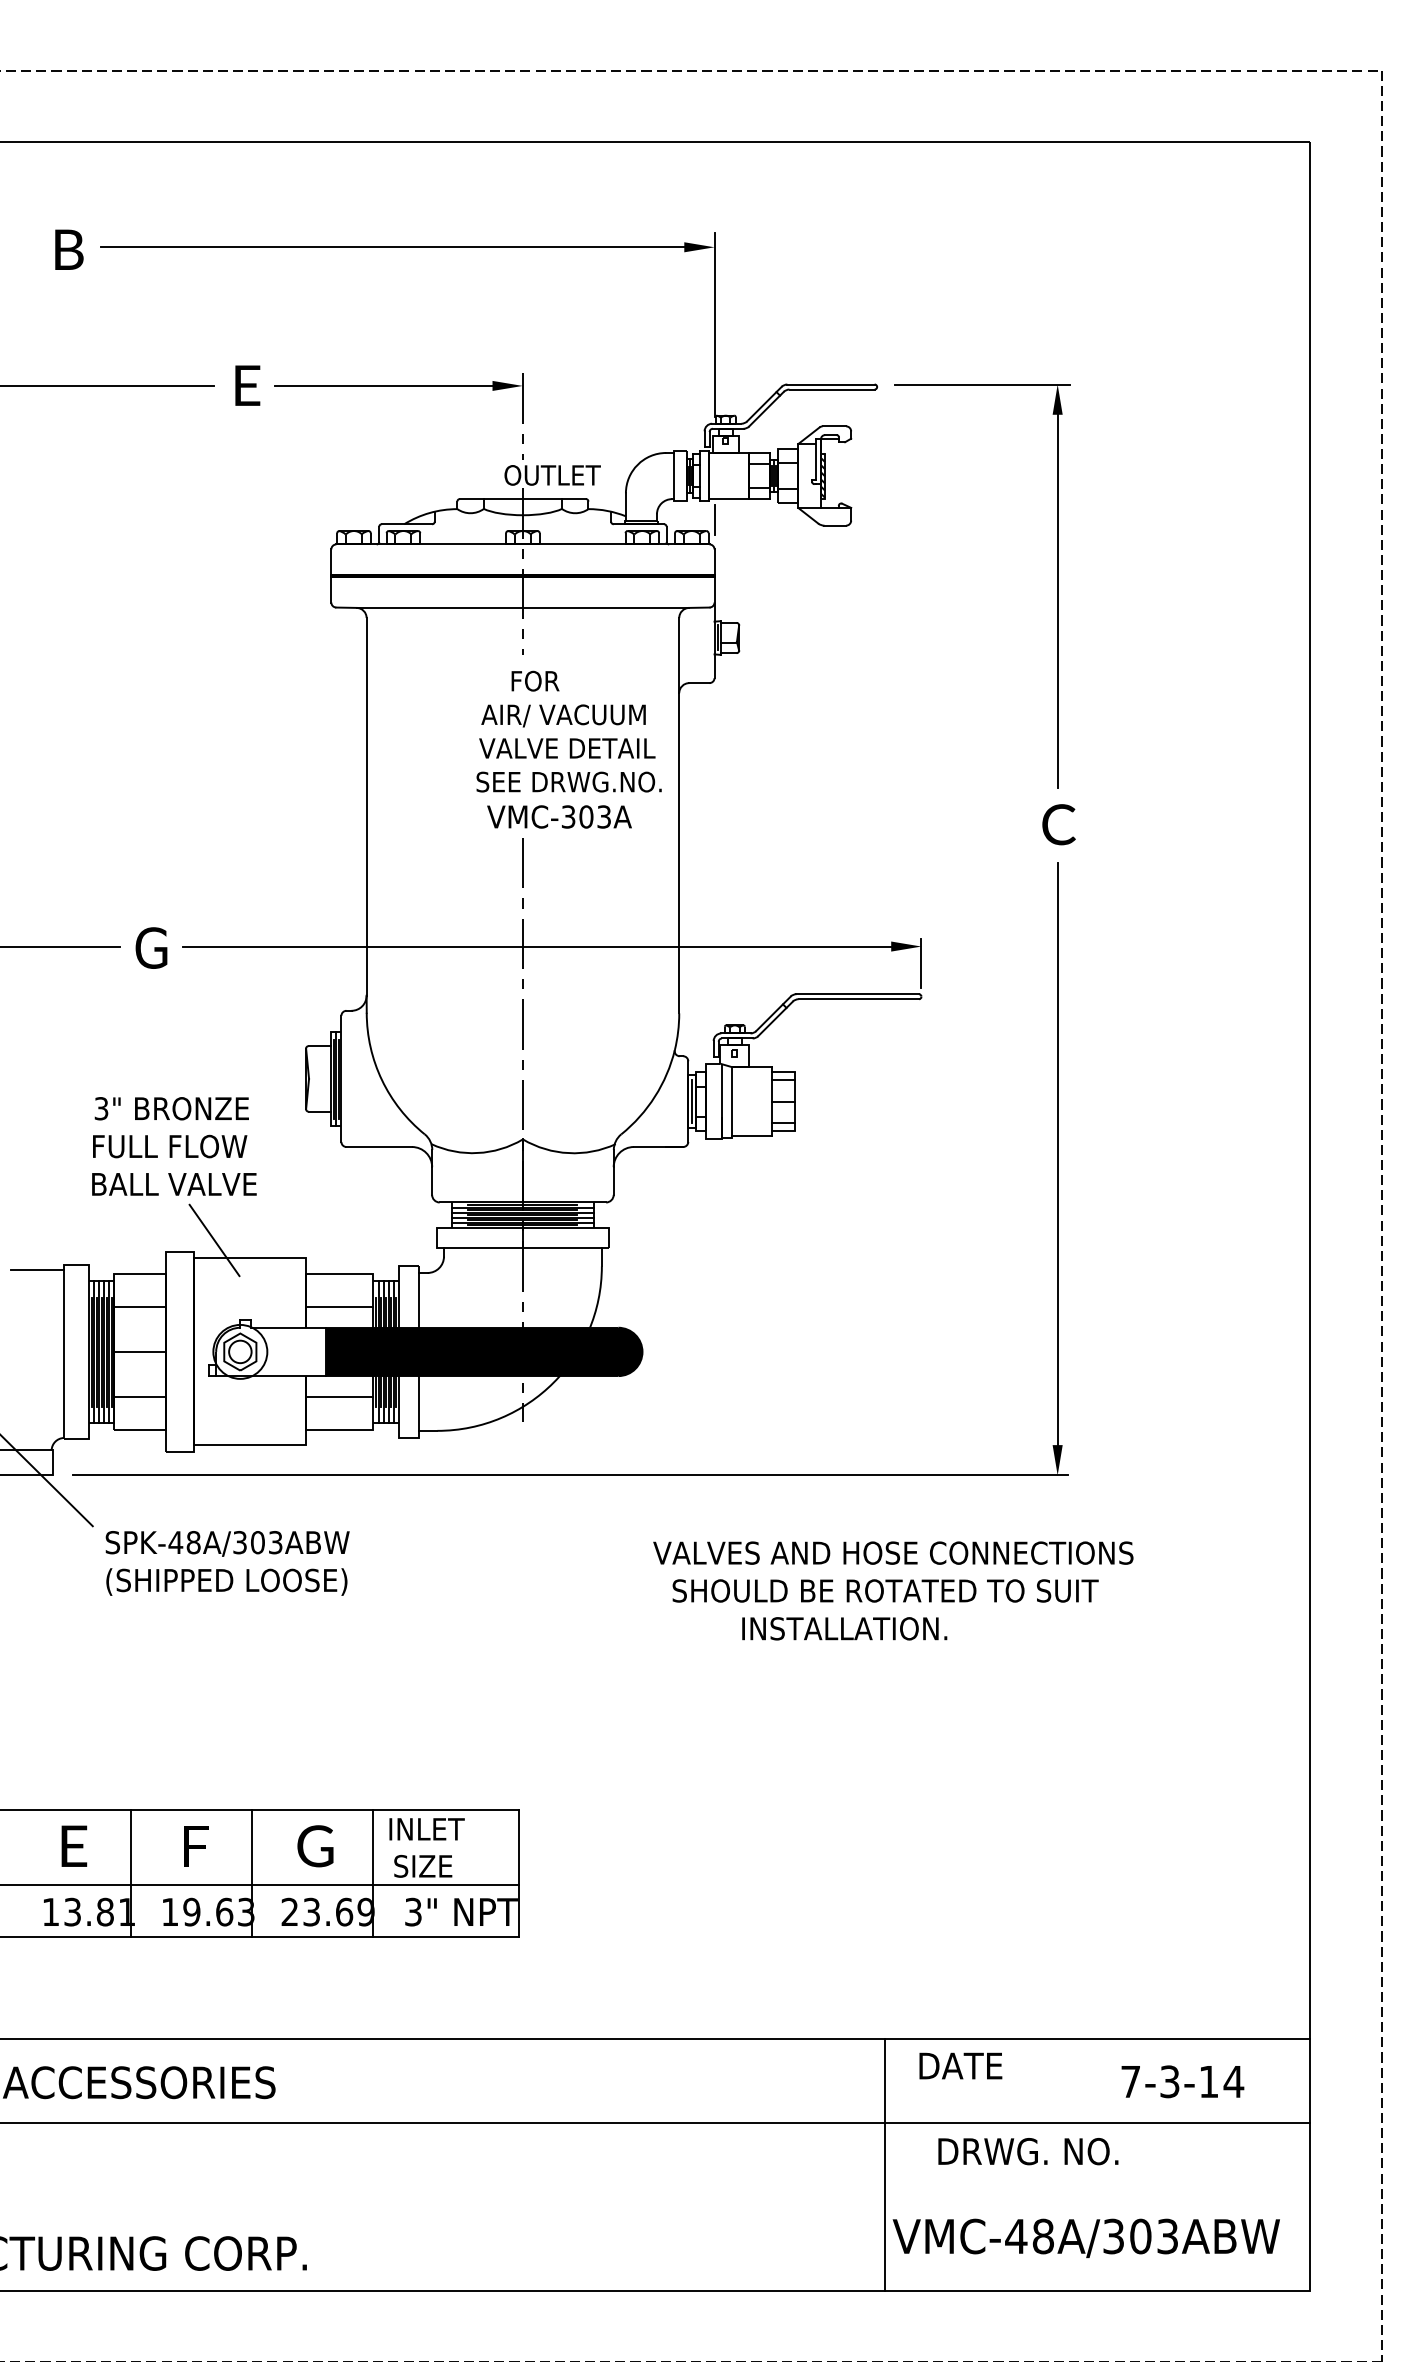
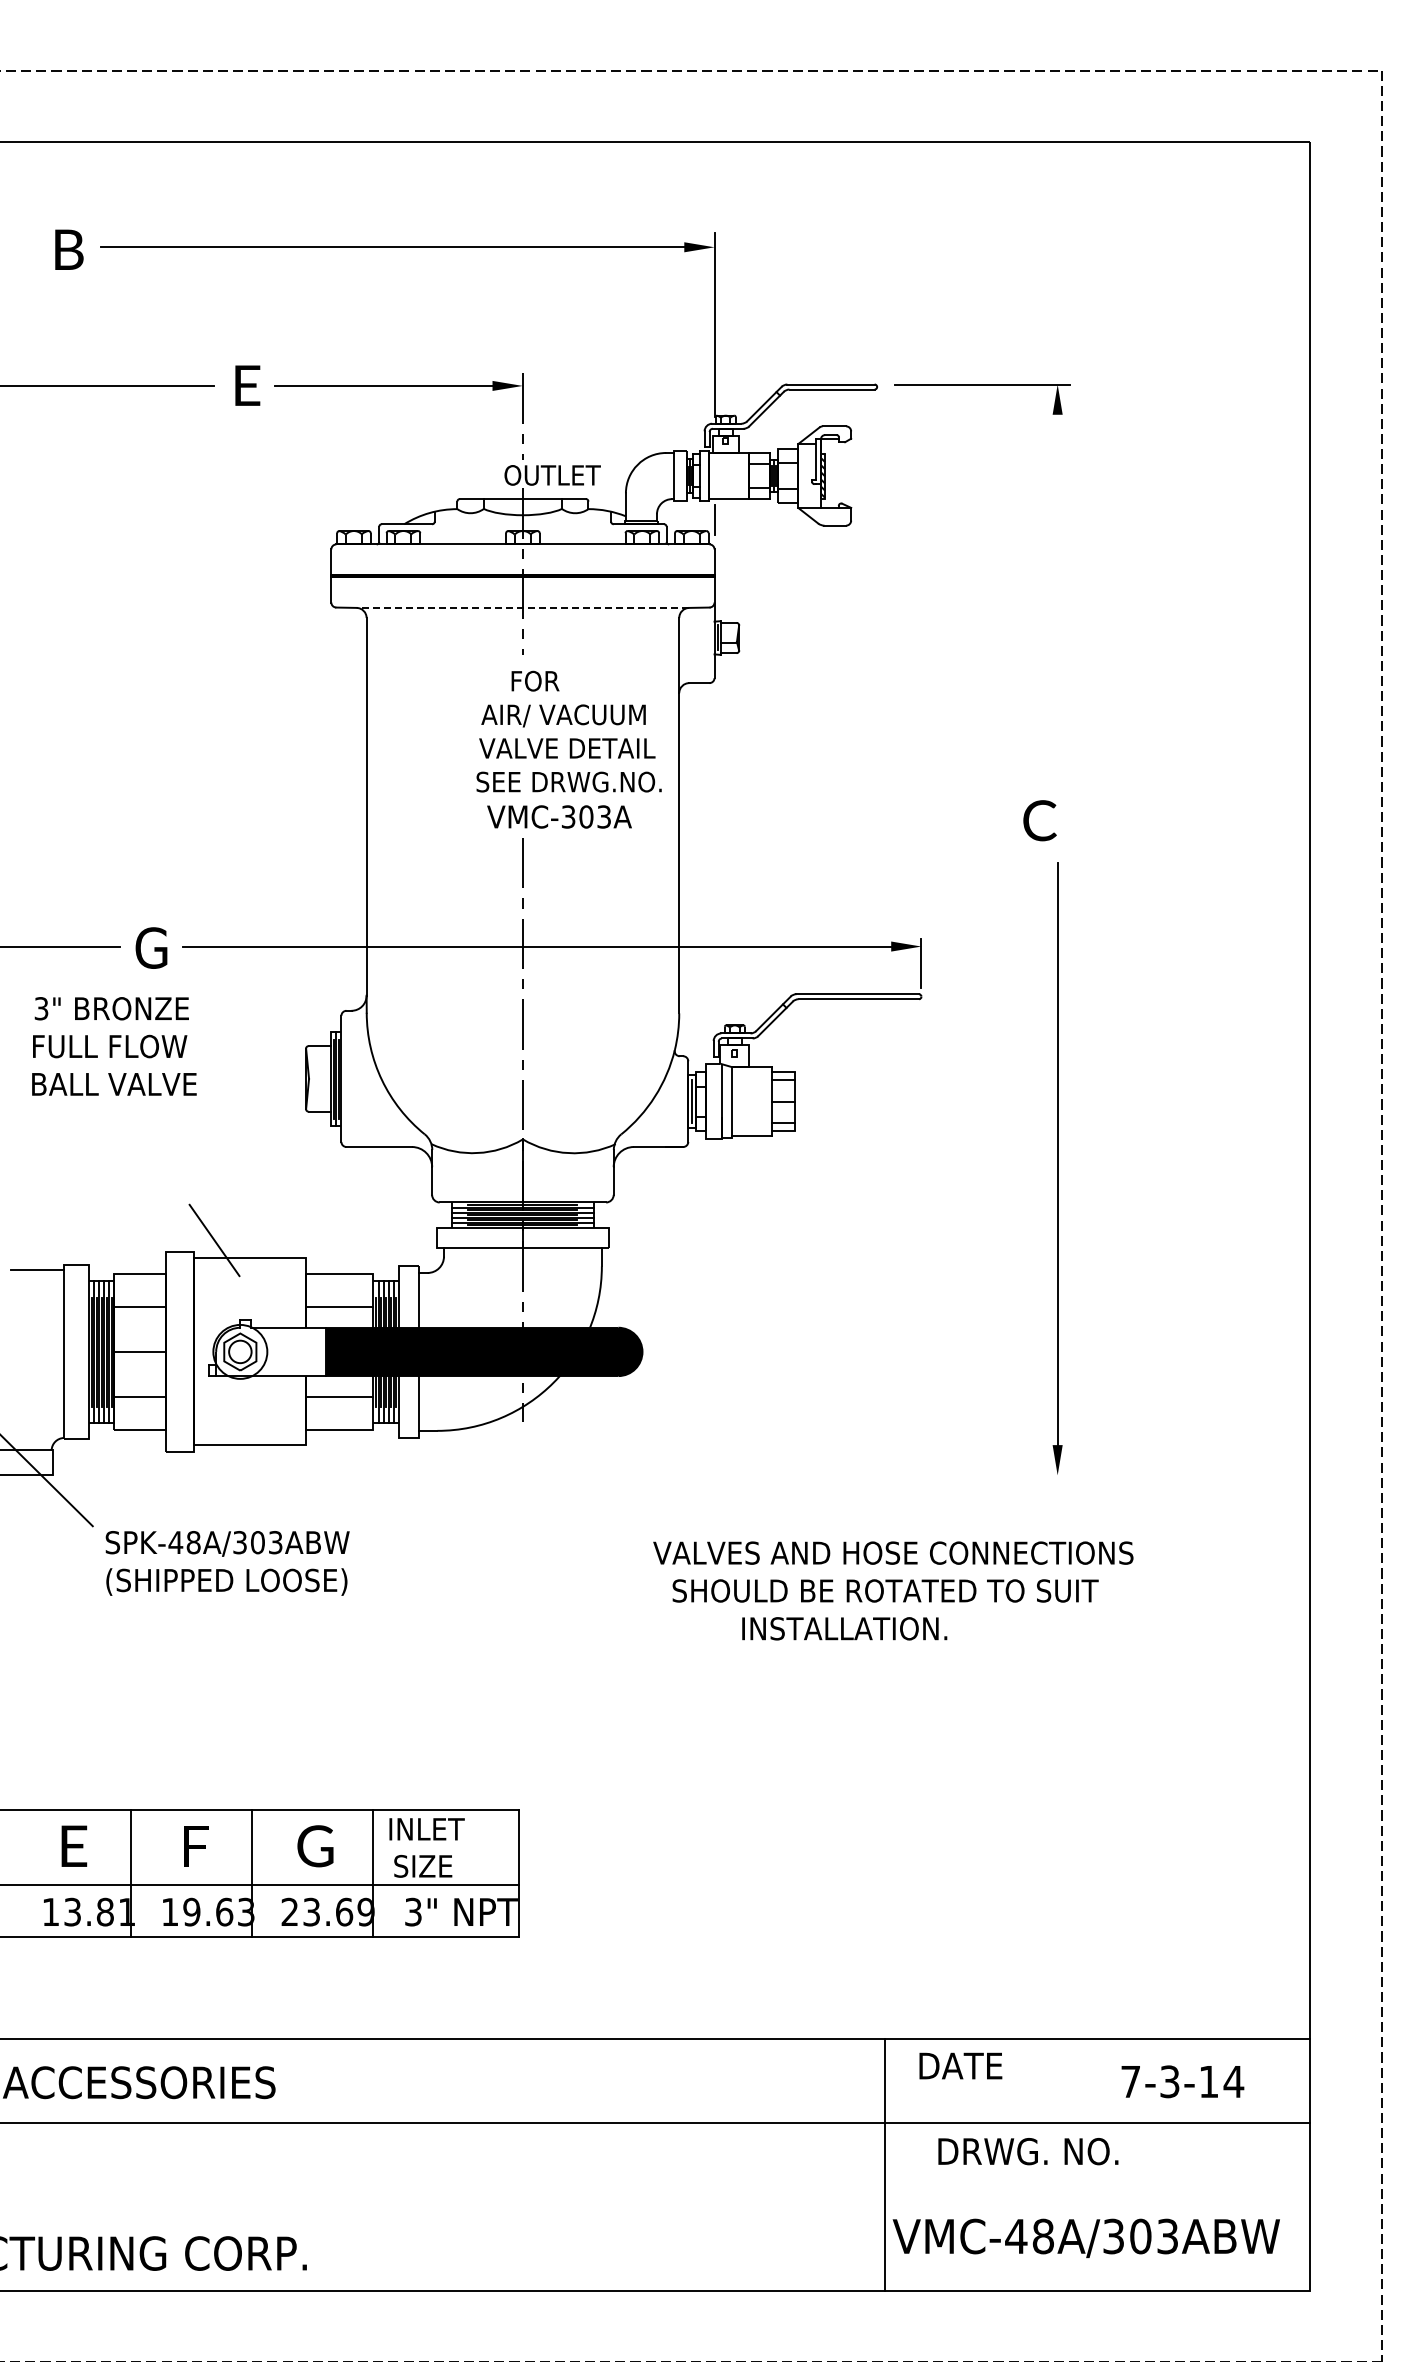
line at (1057, 600): present -> none
line at (522, 607): solid -> dashed
text at (1058, 824) position: (1058, 824) -> (1039, 820)
text at (174, 1146) position: (174, 1146) -> (114, 1046)
line at (569, 1475): present -> none
